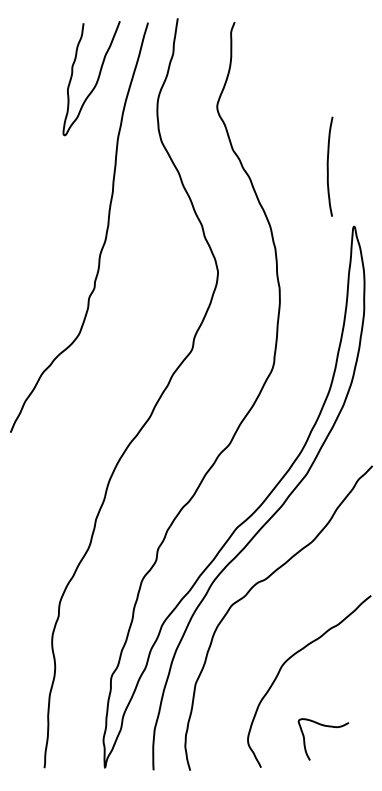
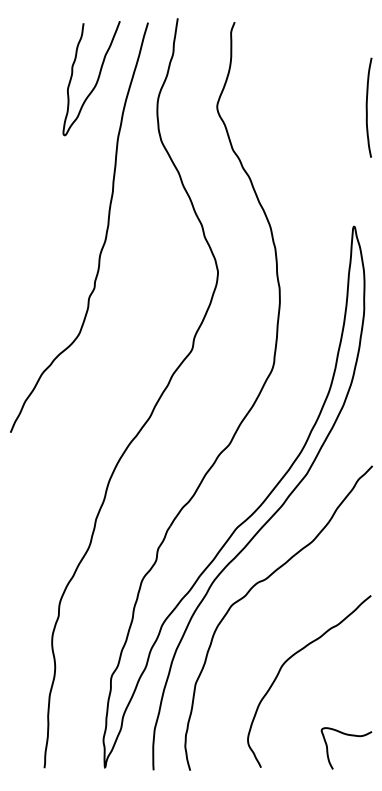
curve at (328, 166) position: (328, 166) -> (367, 107)
curve at (323, 726) position: (323, 726) -> (346, 735)
